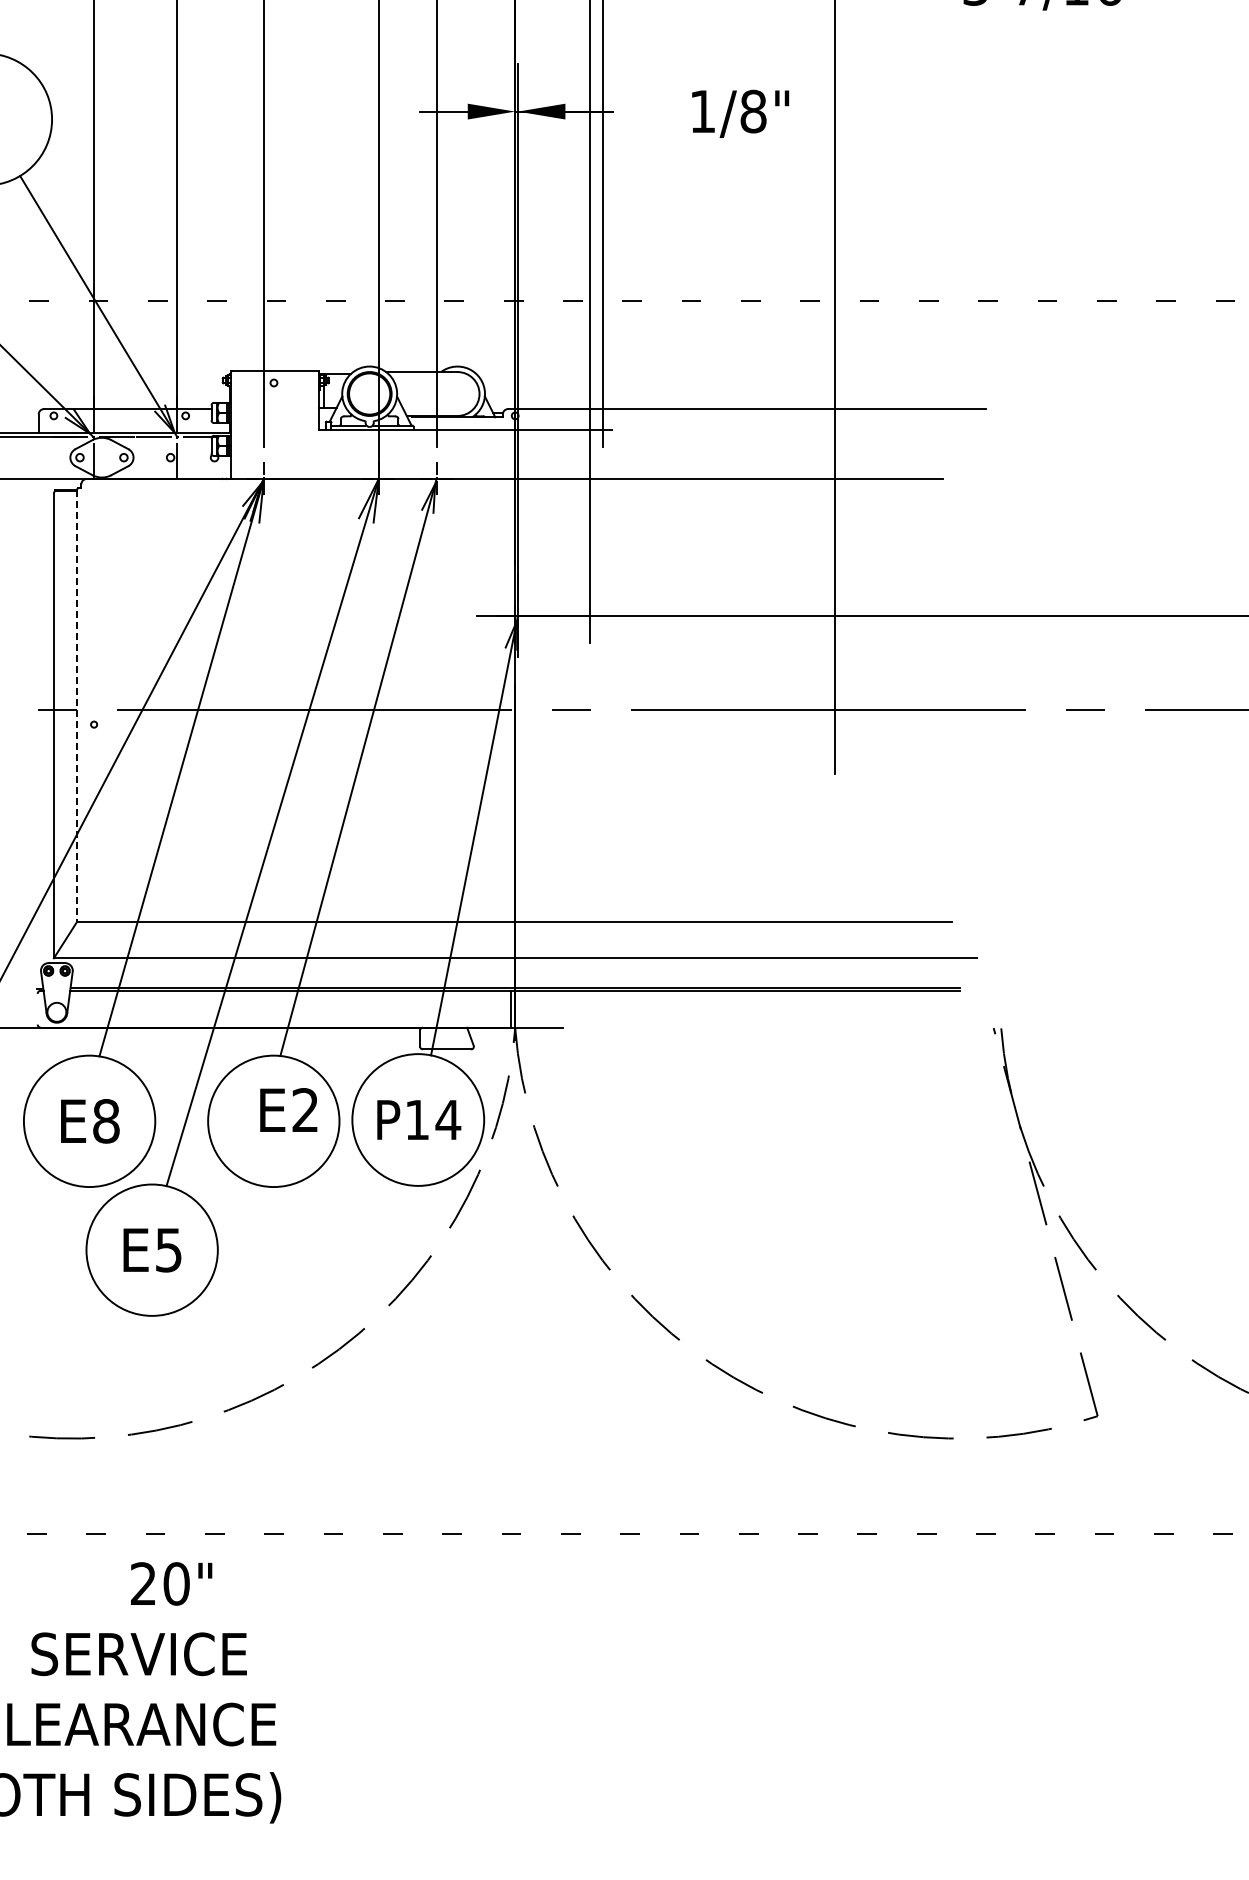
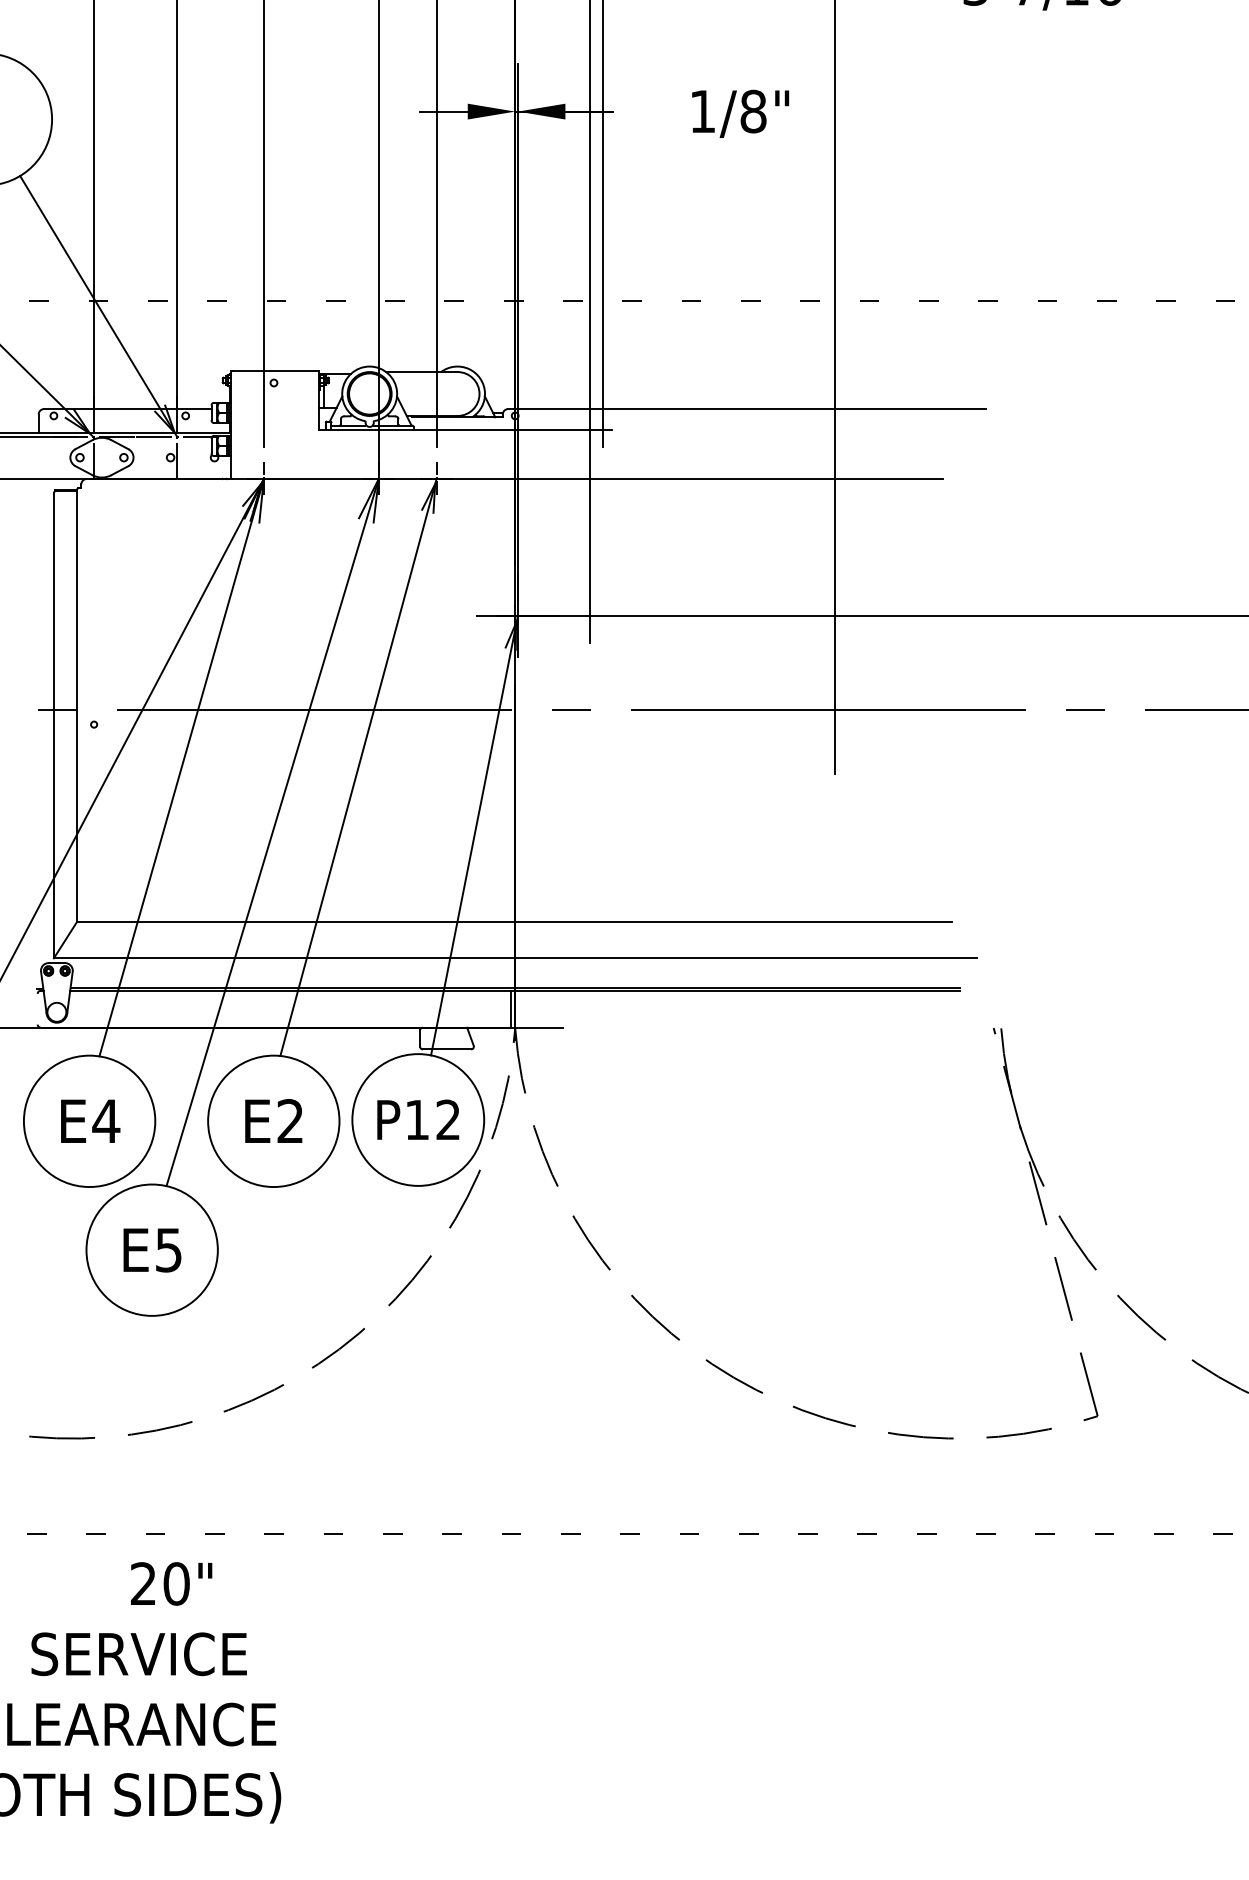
line at (77, 706): dashed -> solid
text at (288, 1109) position: (288, 1109) -> (273, 1120)
text at (448, 1119): P14 -> P12
text at (106, 1121): E8 -> E4
